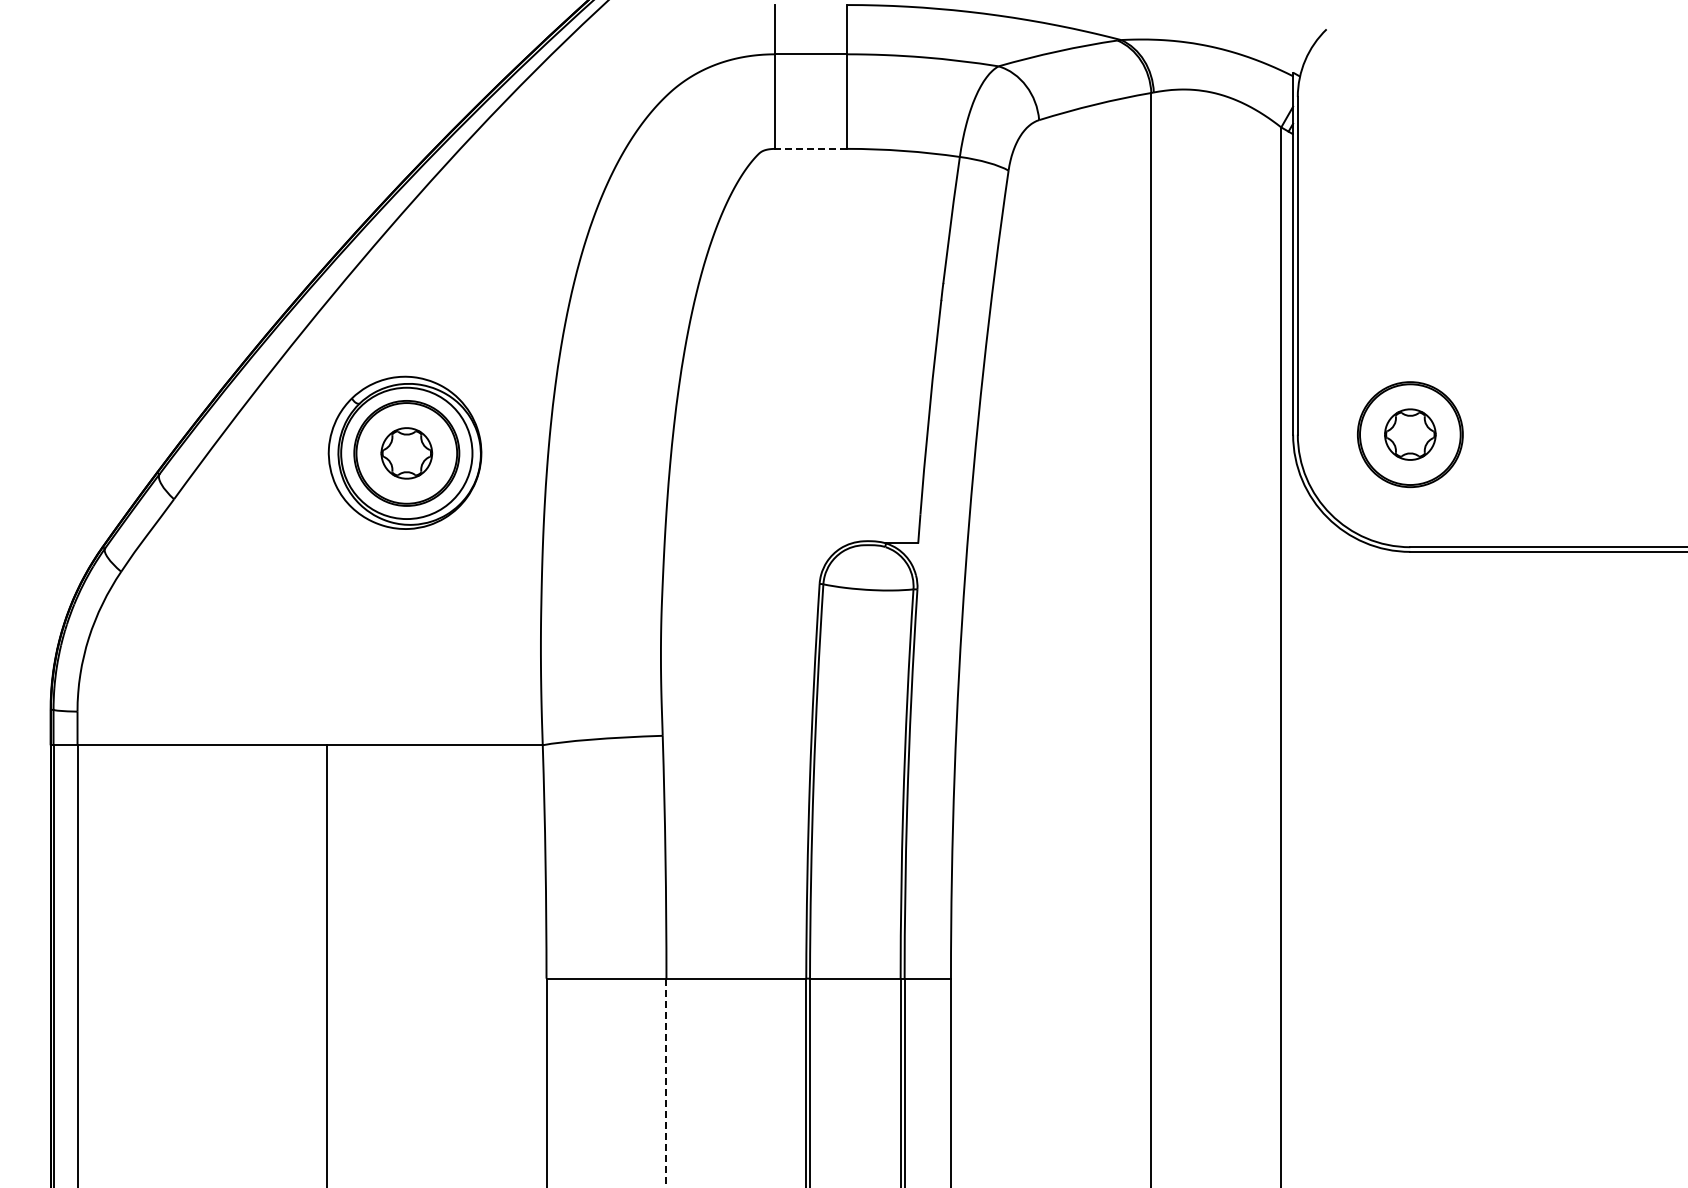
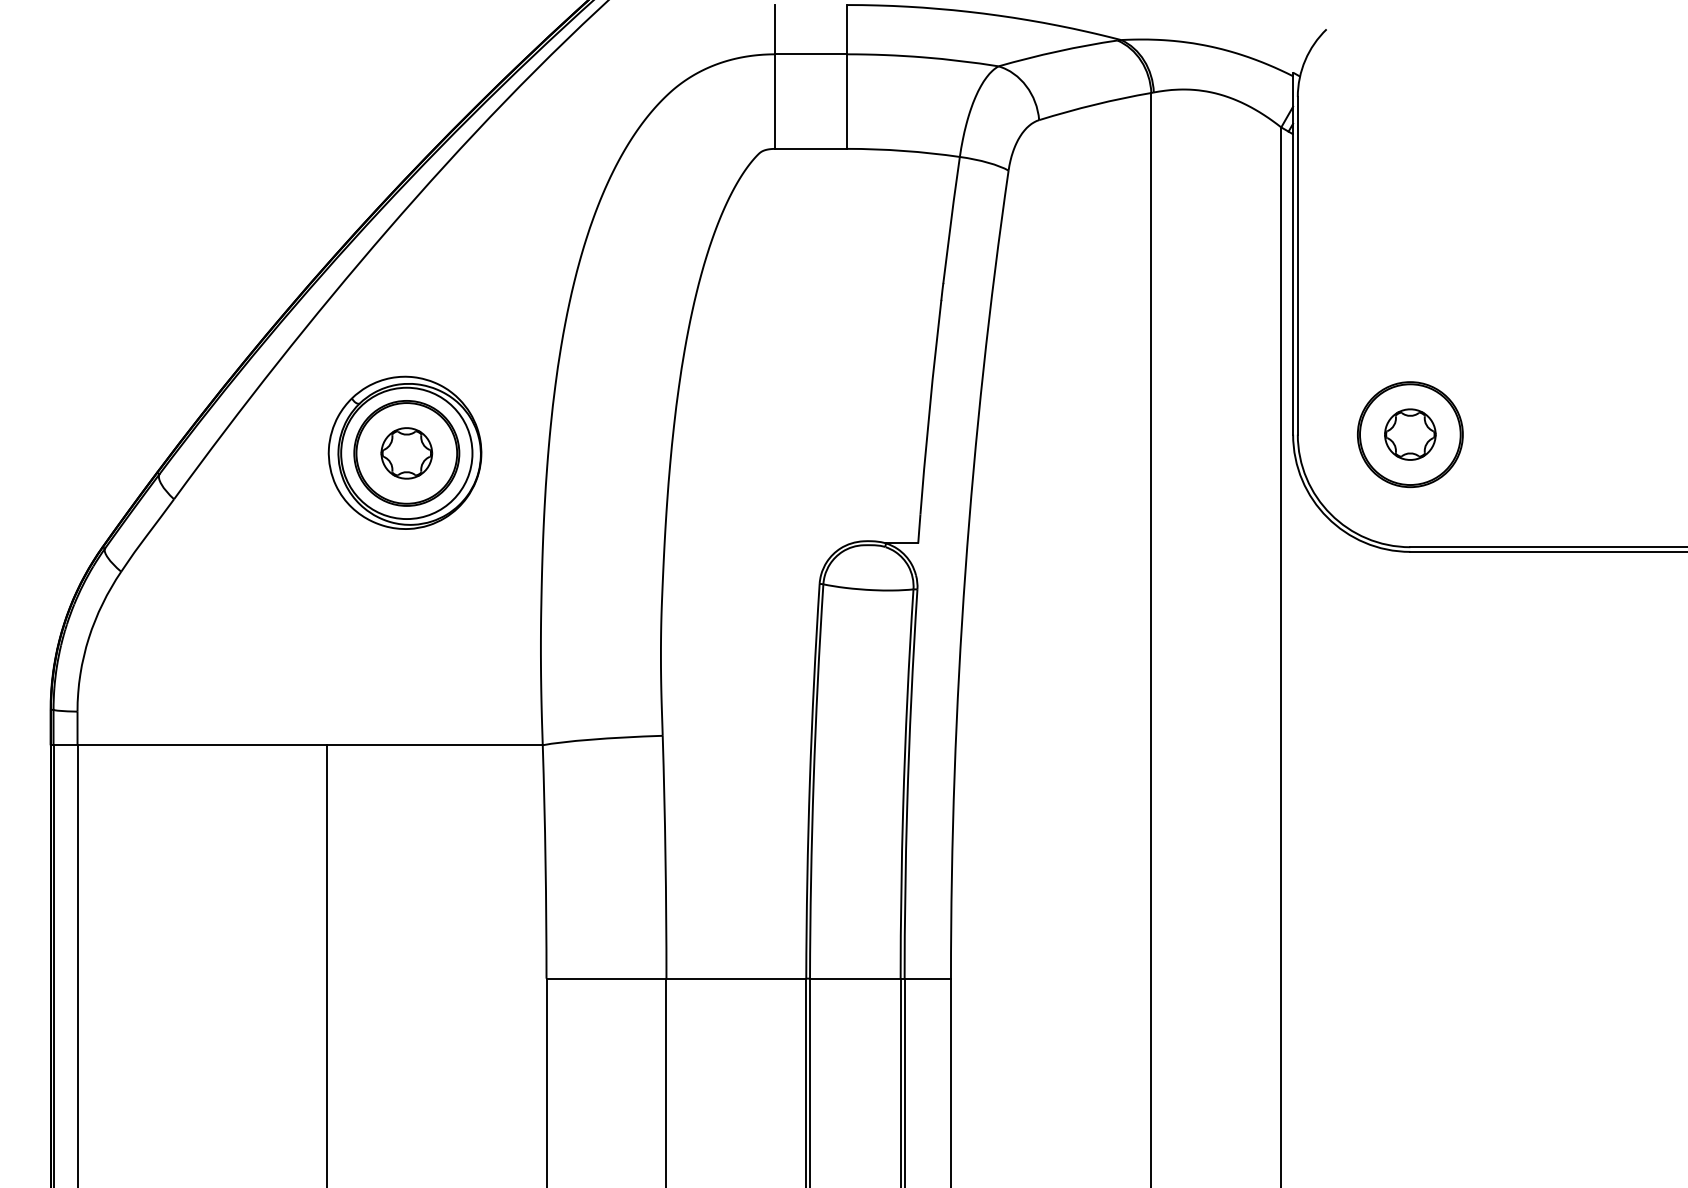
line at (811, 148): dashed -> solid
line at (666, 1083): dashed -> solid
